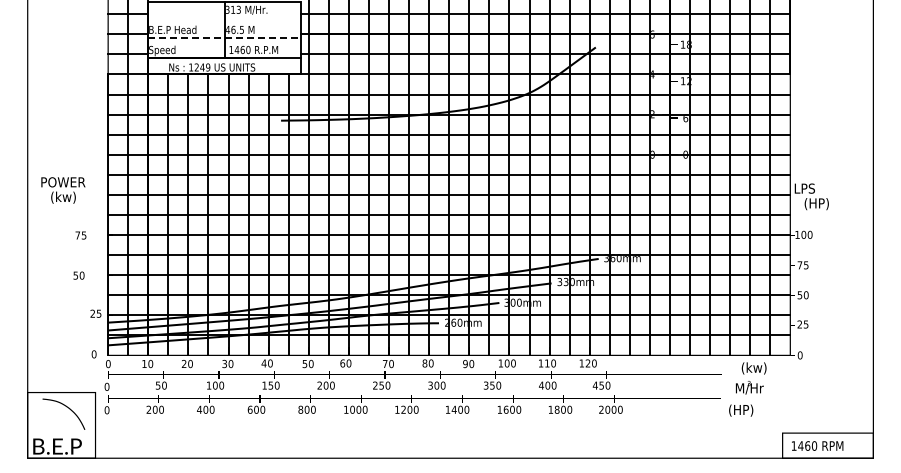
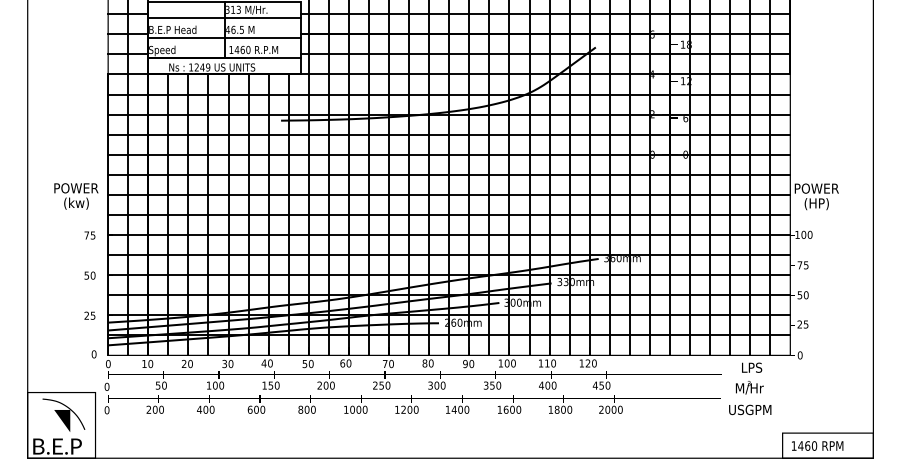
line at (224, 18): none -> present
line at (225, 38): dashed -> solid
text at (817, 188): LPS -> POWER
text at (63, 190) position: (63, 190) -> (76, 196)
text at (80, 235) position: (80, 235) -> (89, 235)
text at (78, 275) position: (78, 275) -> (89, 275)
text at (95, 313) position: (95, 313) -> (89, 315)
text at (753, 368): (kw) -> LPS
text at (750, 410): (HP) -> USGPM
fill at (62, 420): none -> present
